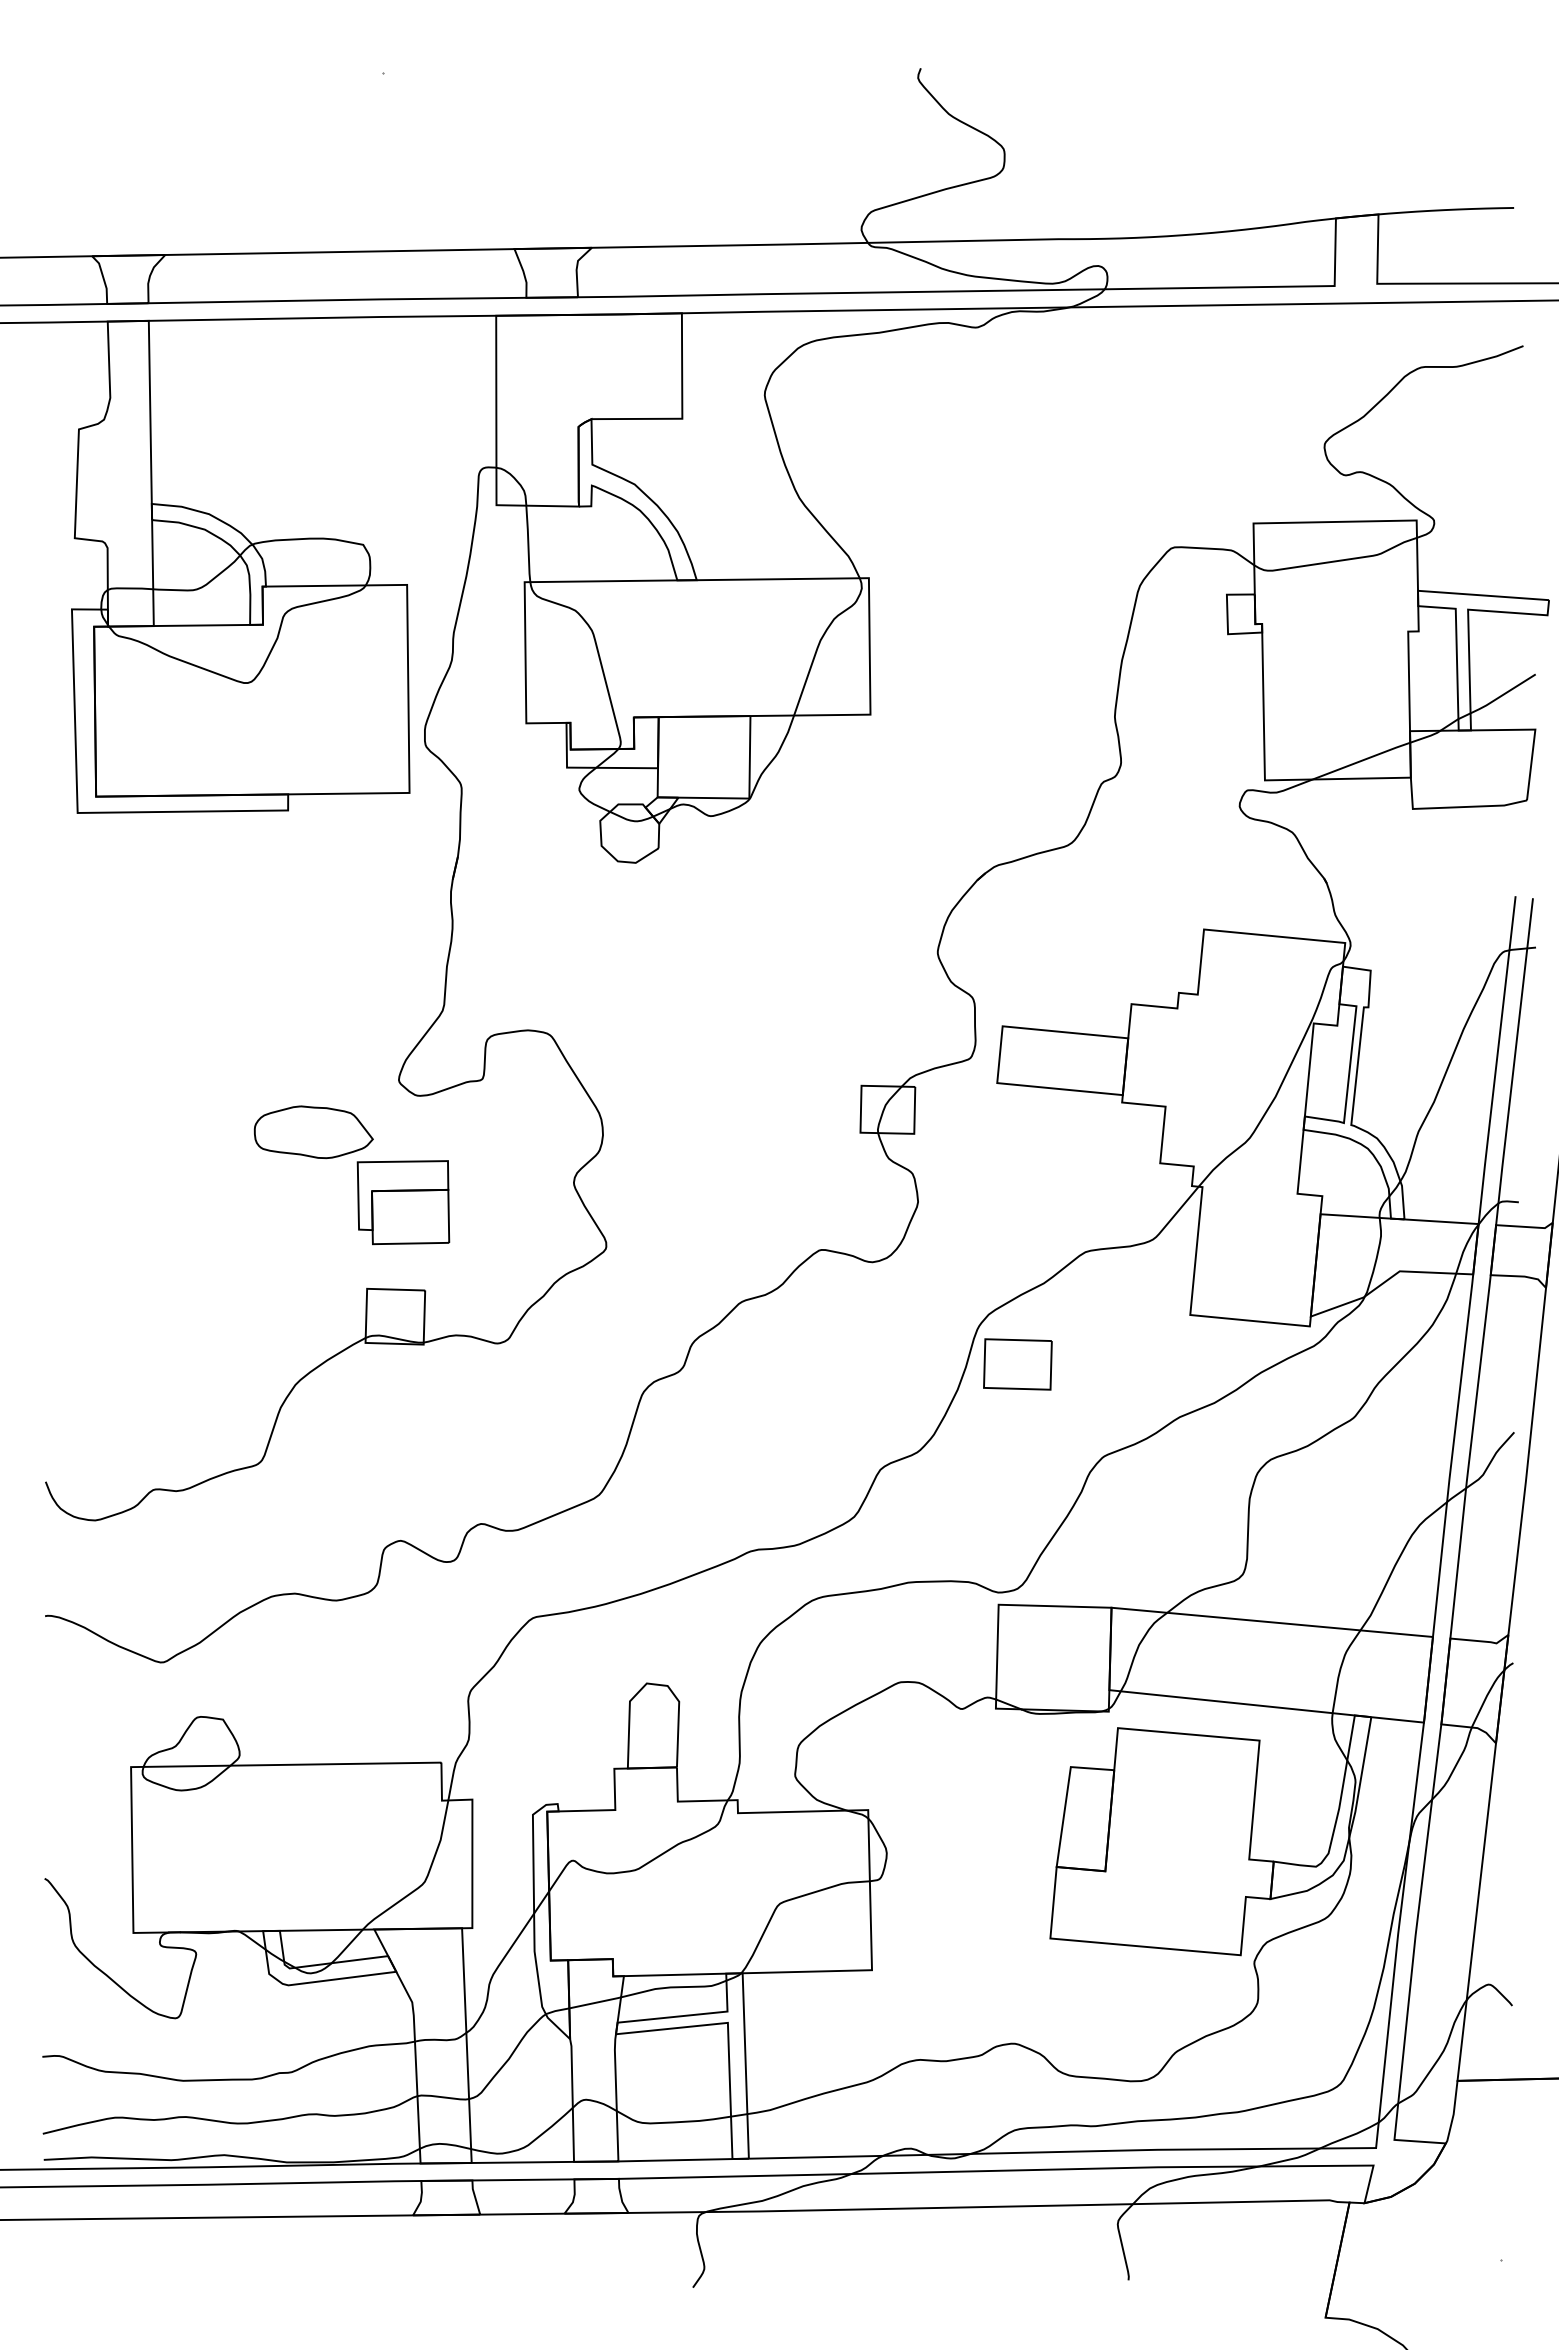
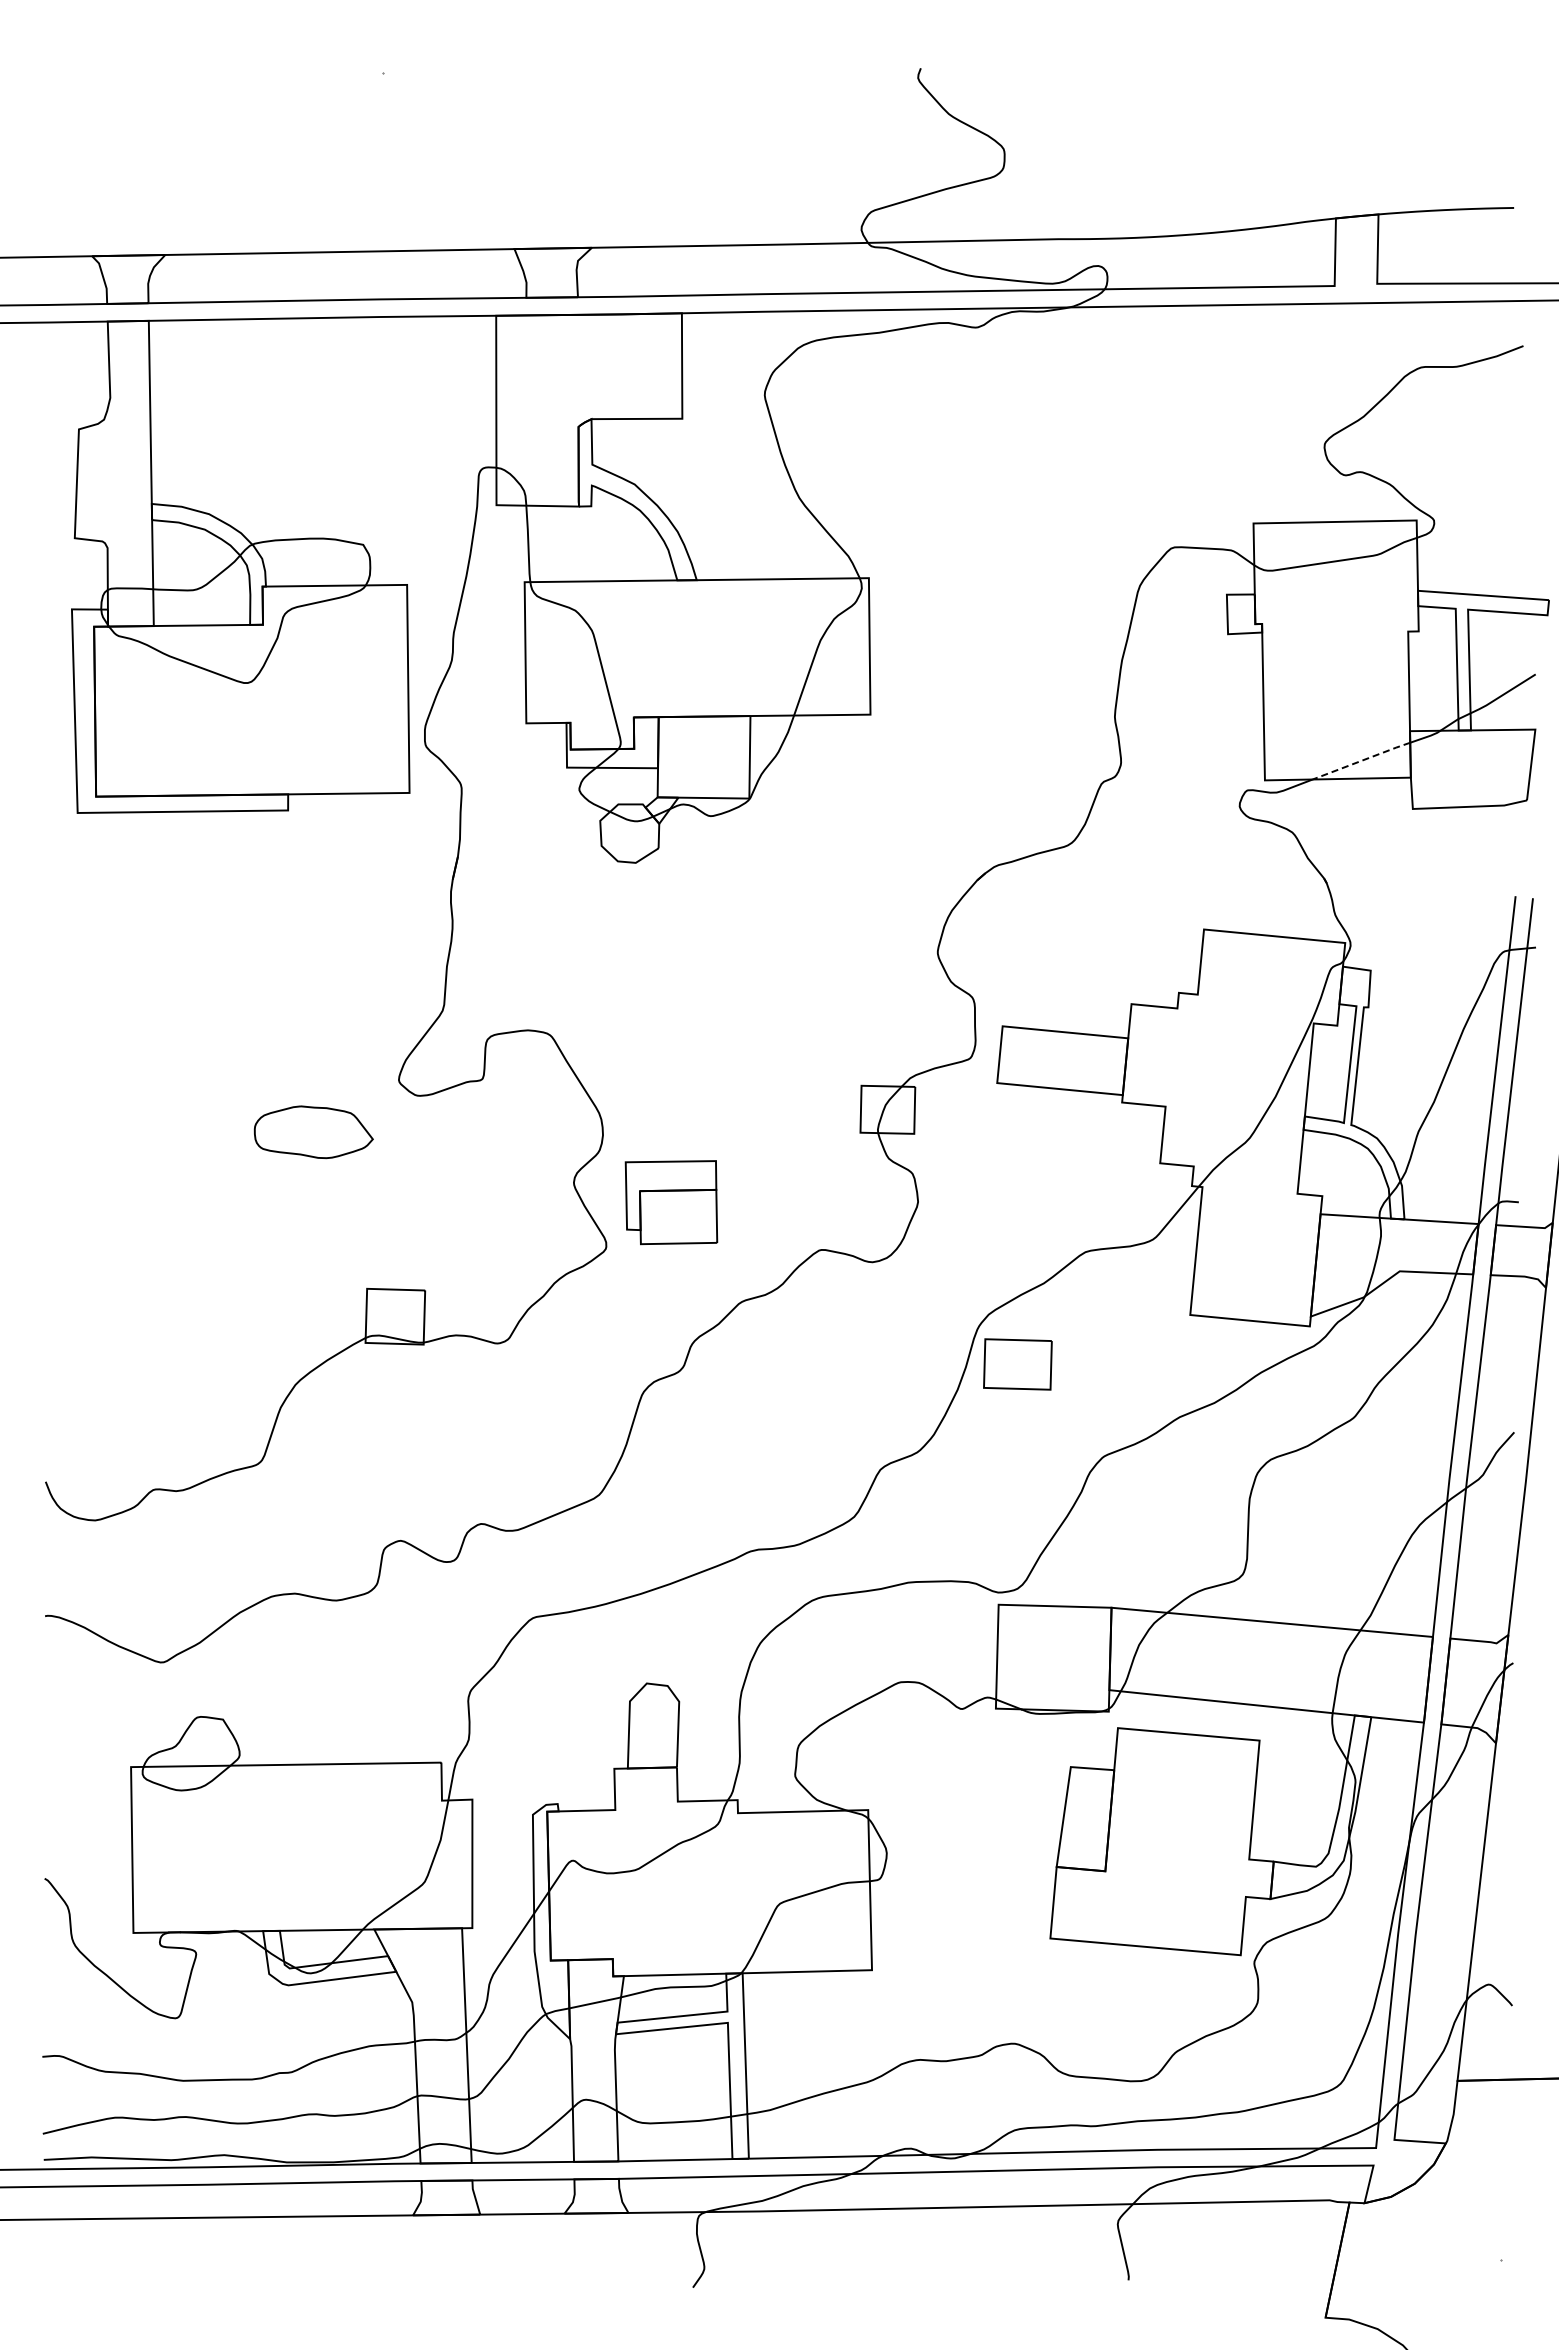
line at (1361, 760): solid -> dashed
part at (403, 1202) position: (403, 1202) -> (671, 1202)
